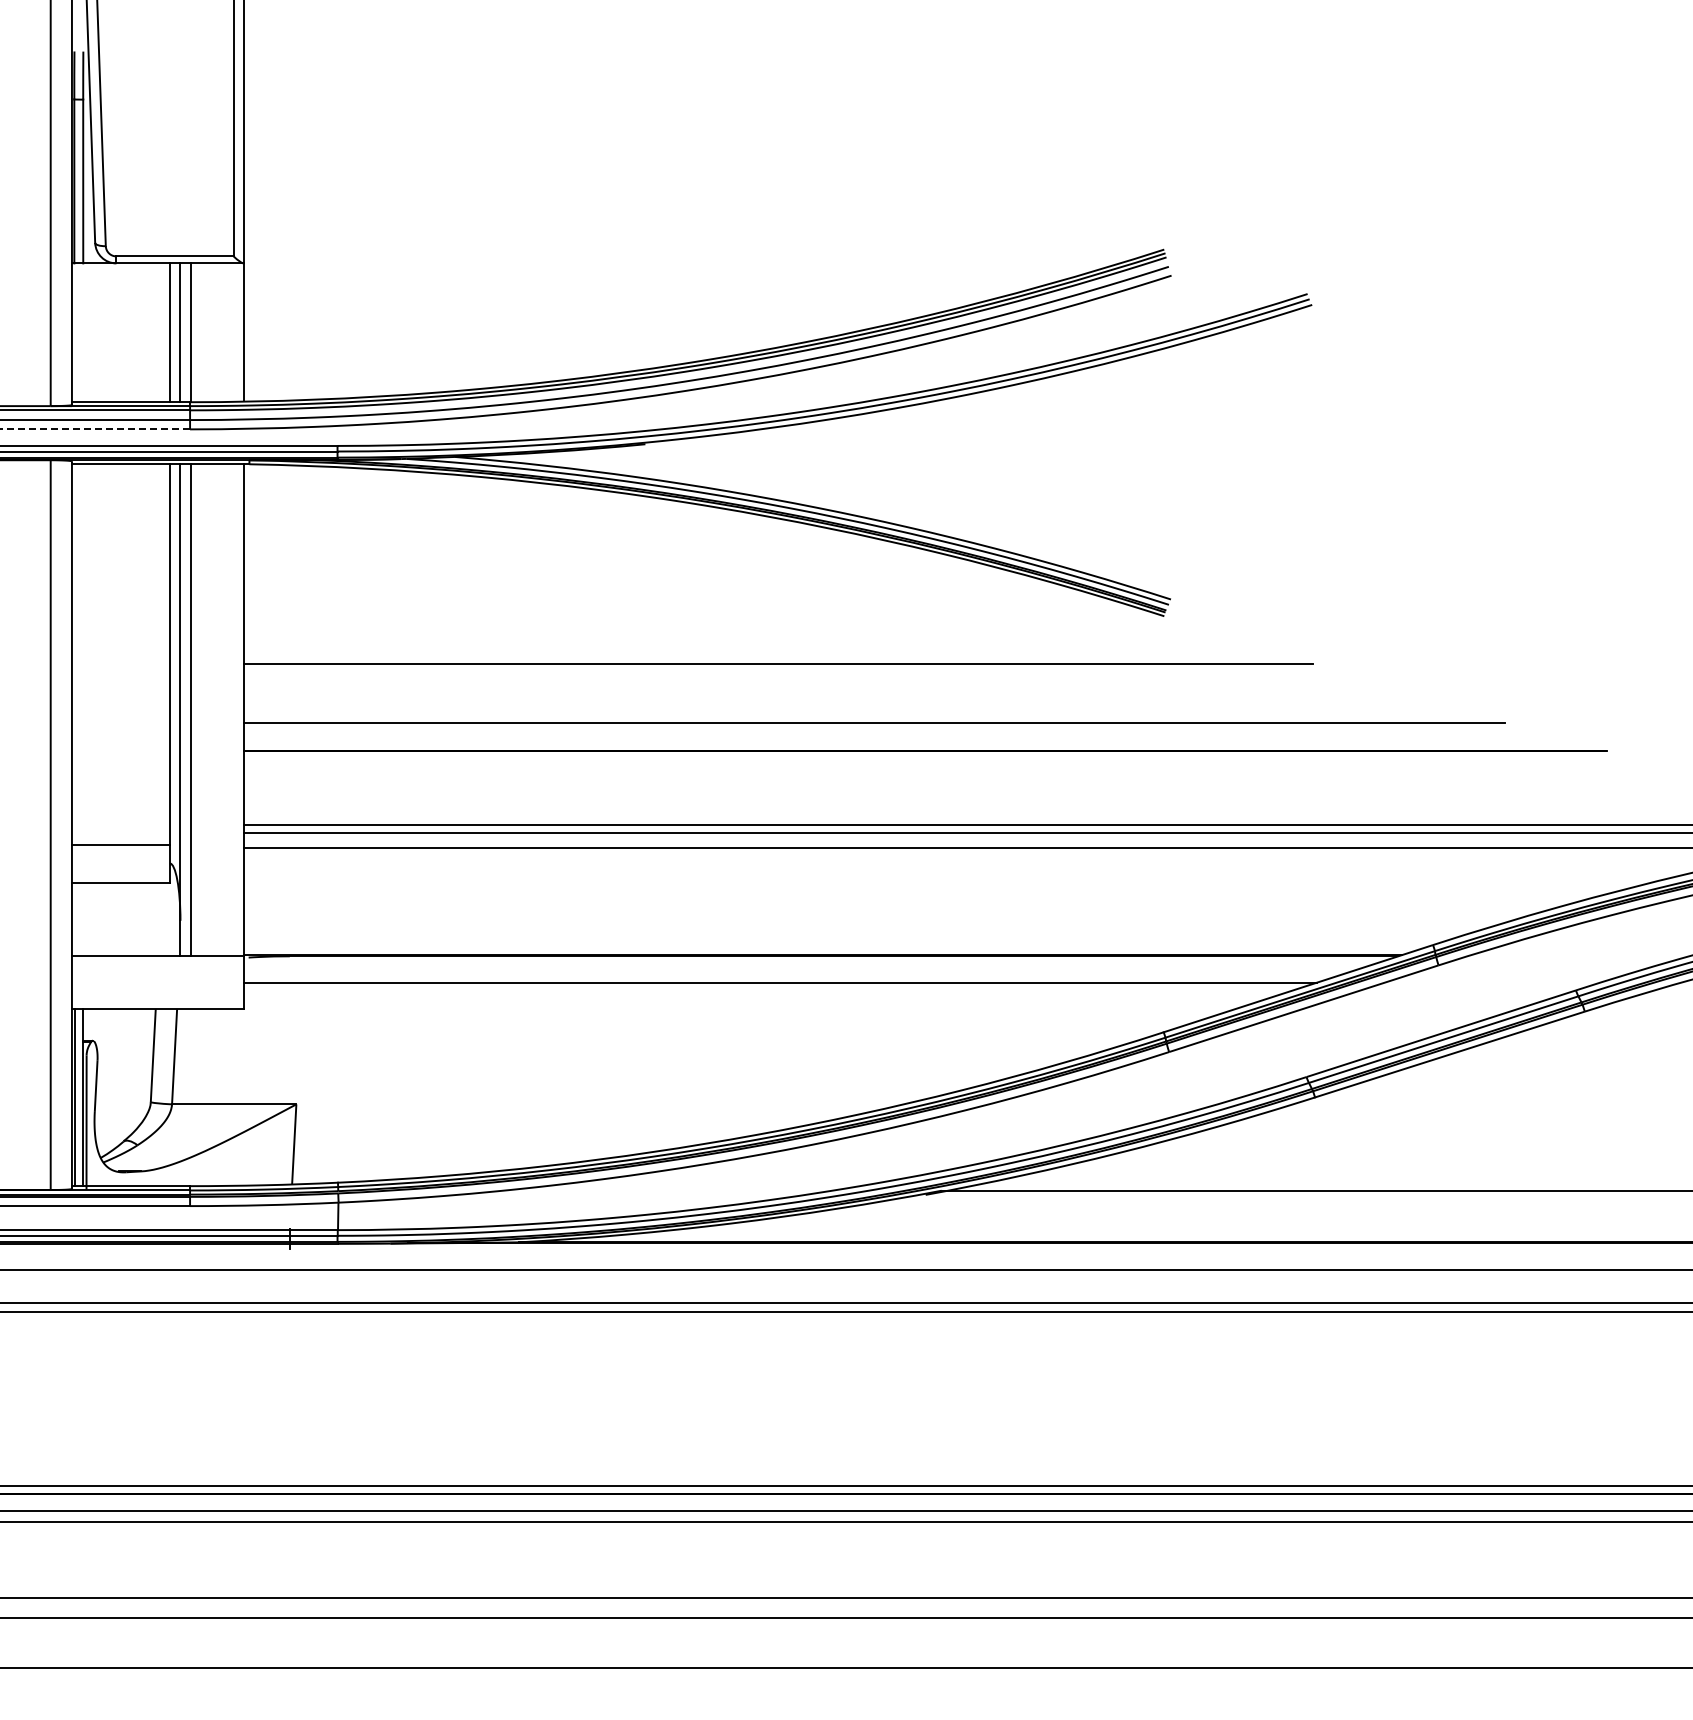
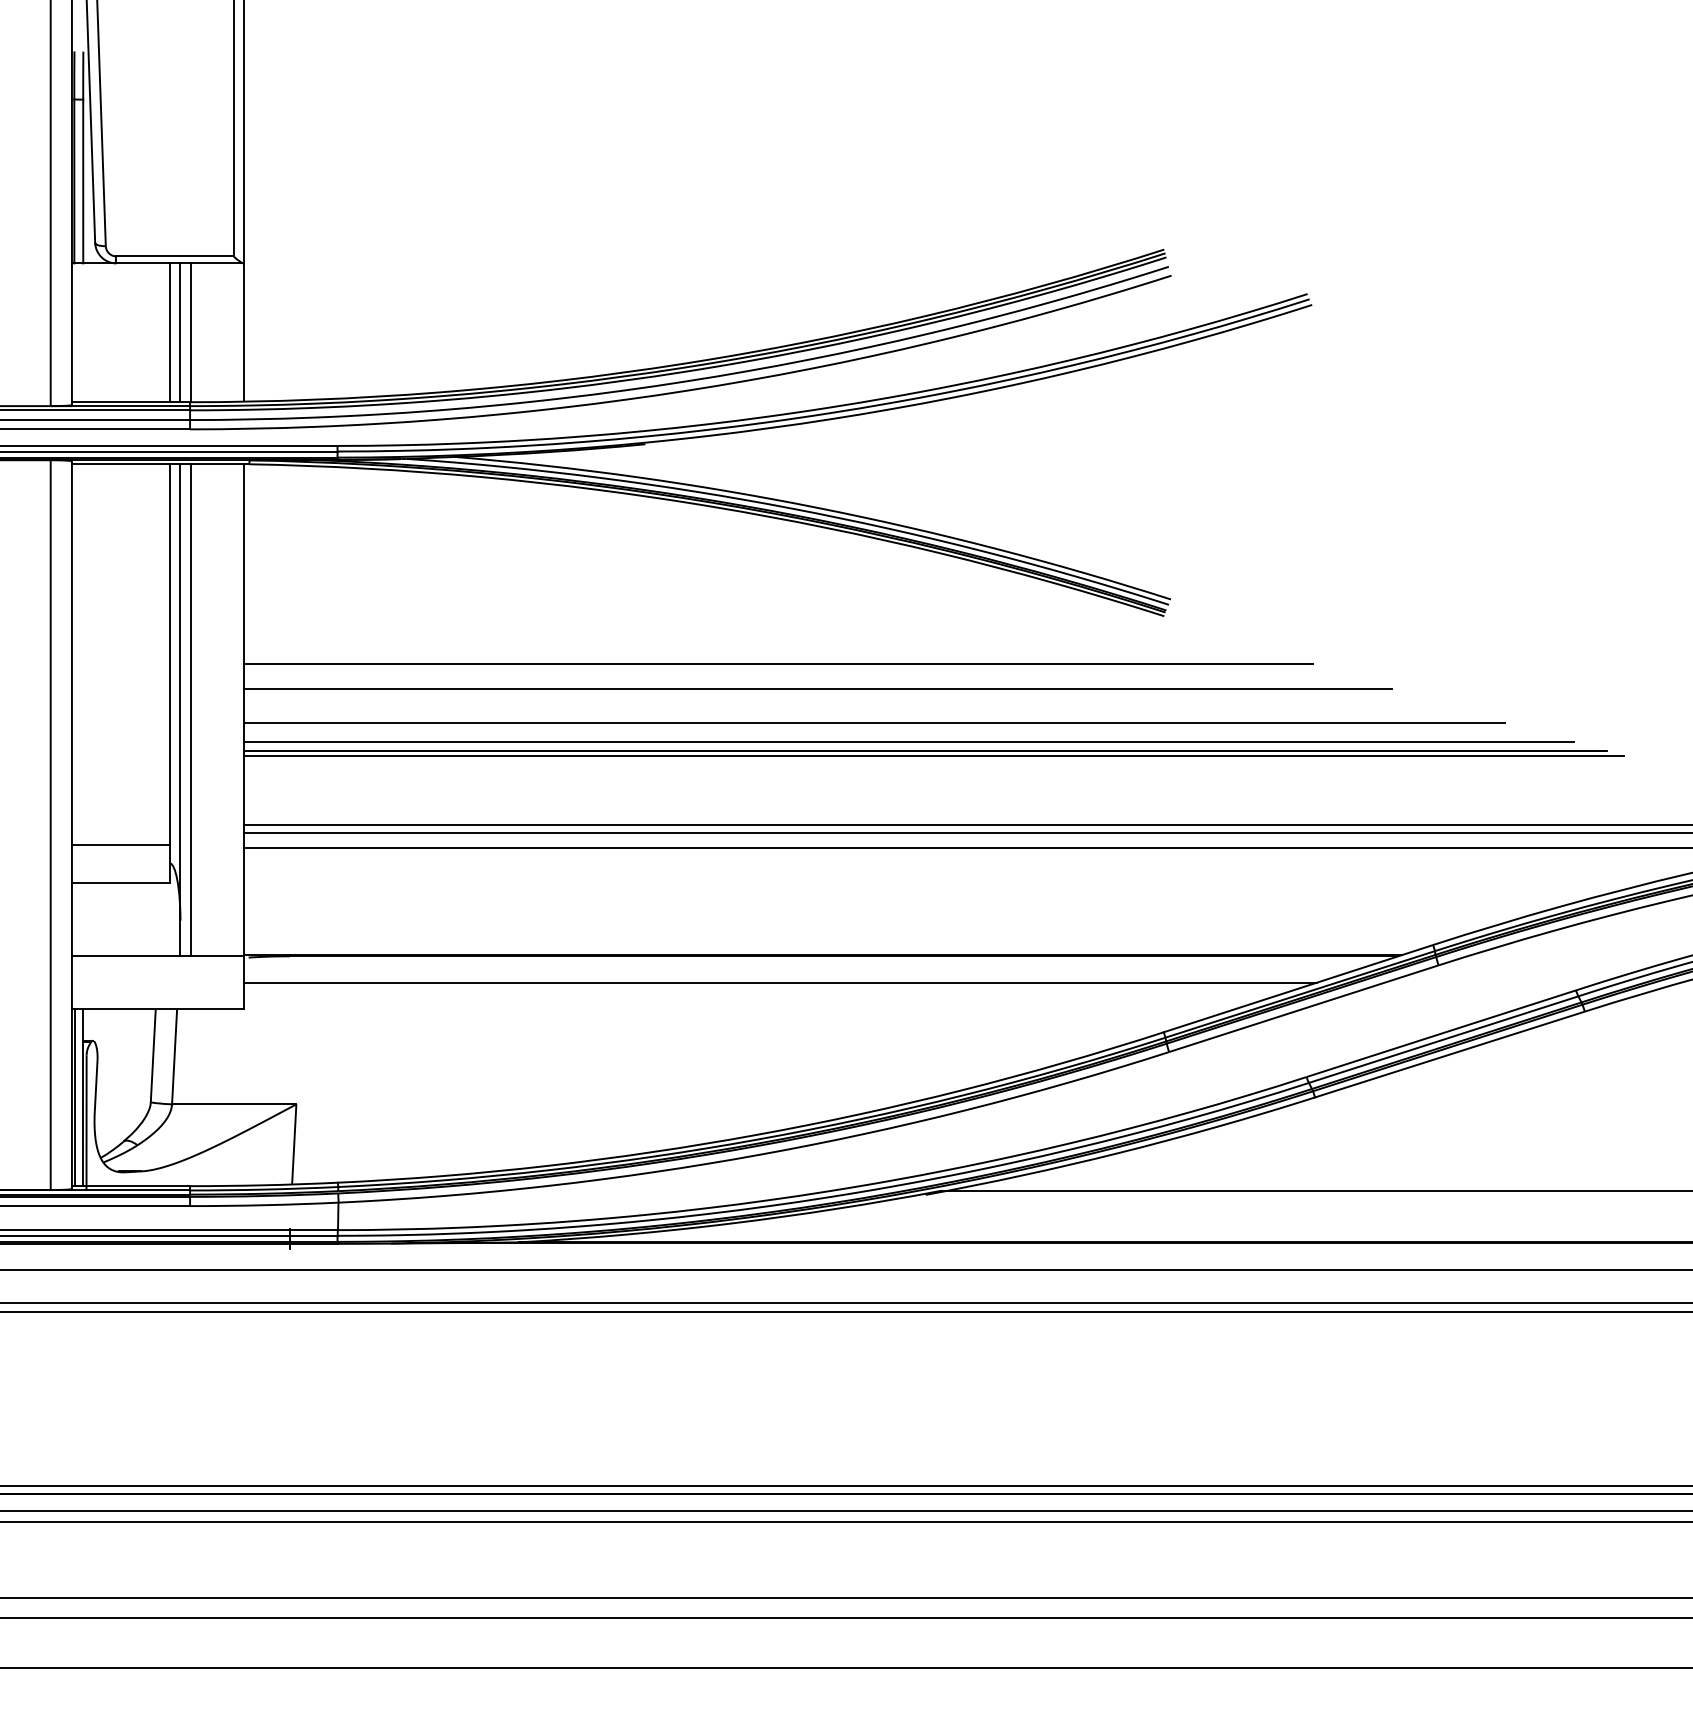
line at (95, 429): dashed -> solid
line at (817, 689): none -> present
line at (909, 742): none -> present
line at (933, 755): none -> present
